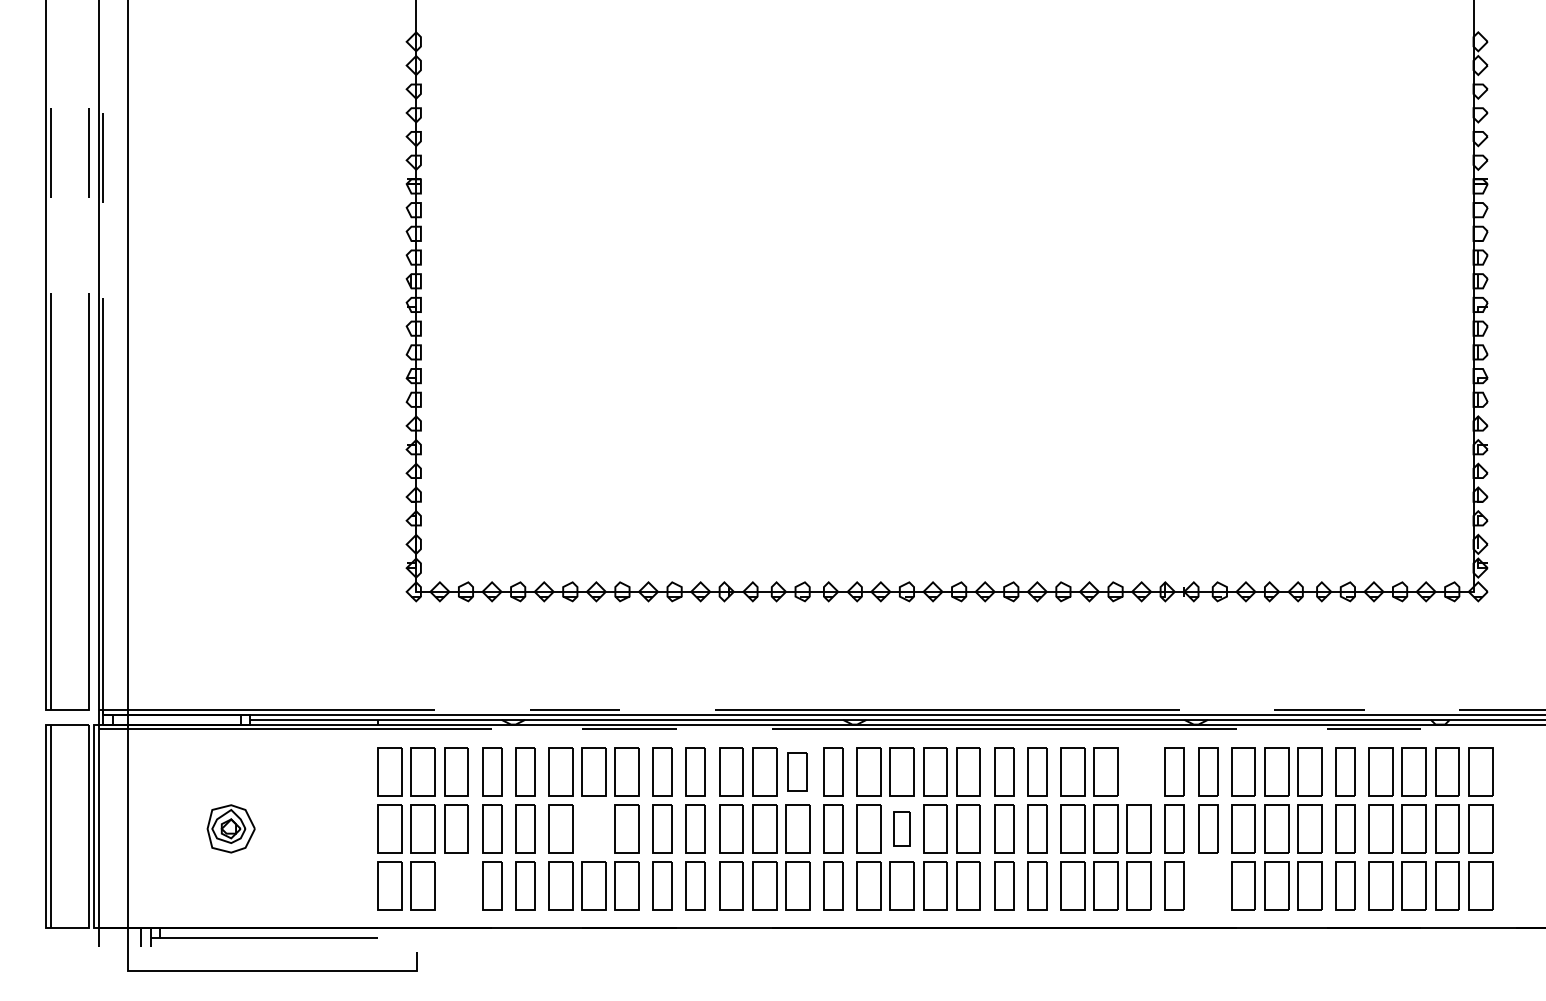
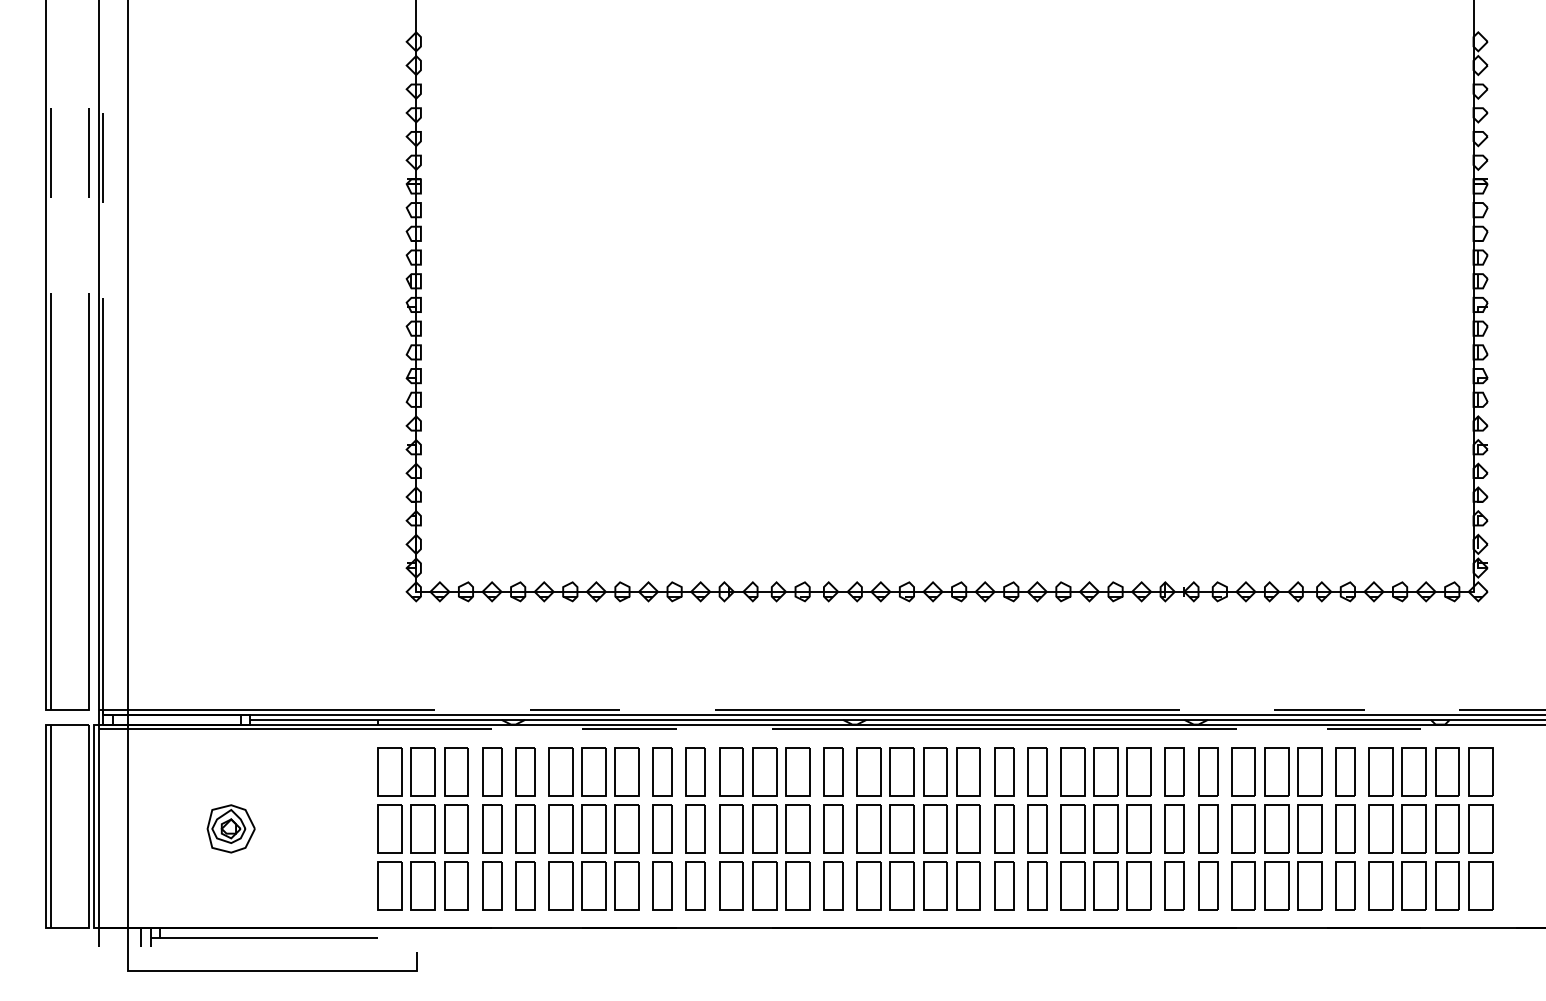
part at (797, 771) size: 21x40 px -> 26x50 px
part at (1138, 771): none -> present
part at (593, 828): none -> present
part at (901, 828) size: 18x36 px -> 26x50 px
part at (456, 885): none -> present
part at (1208, 885): none -> present
